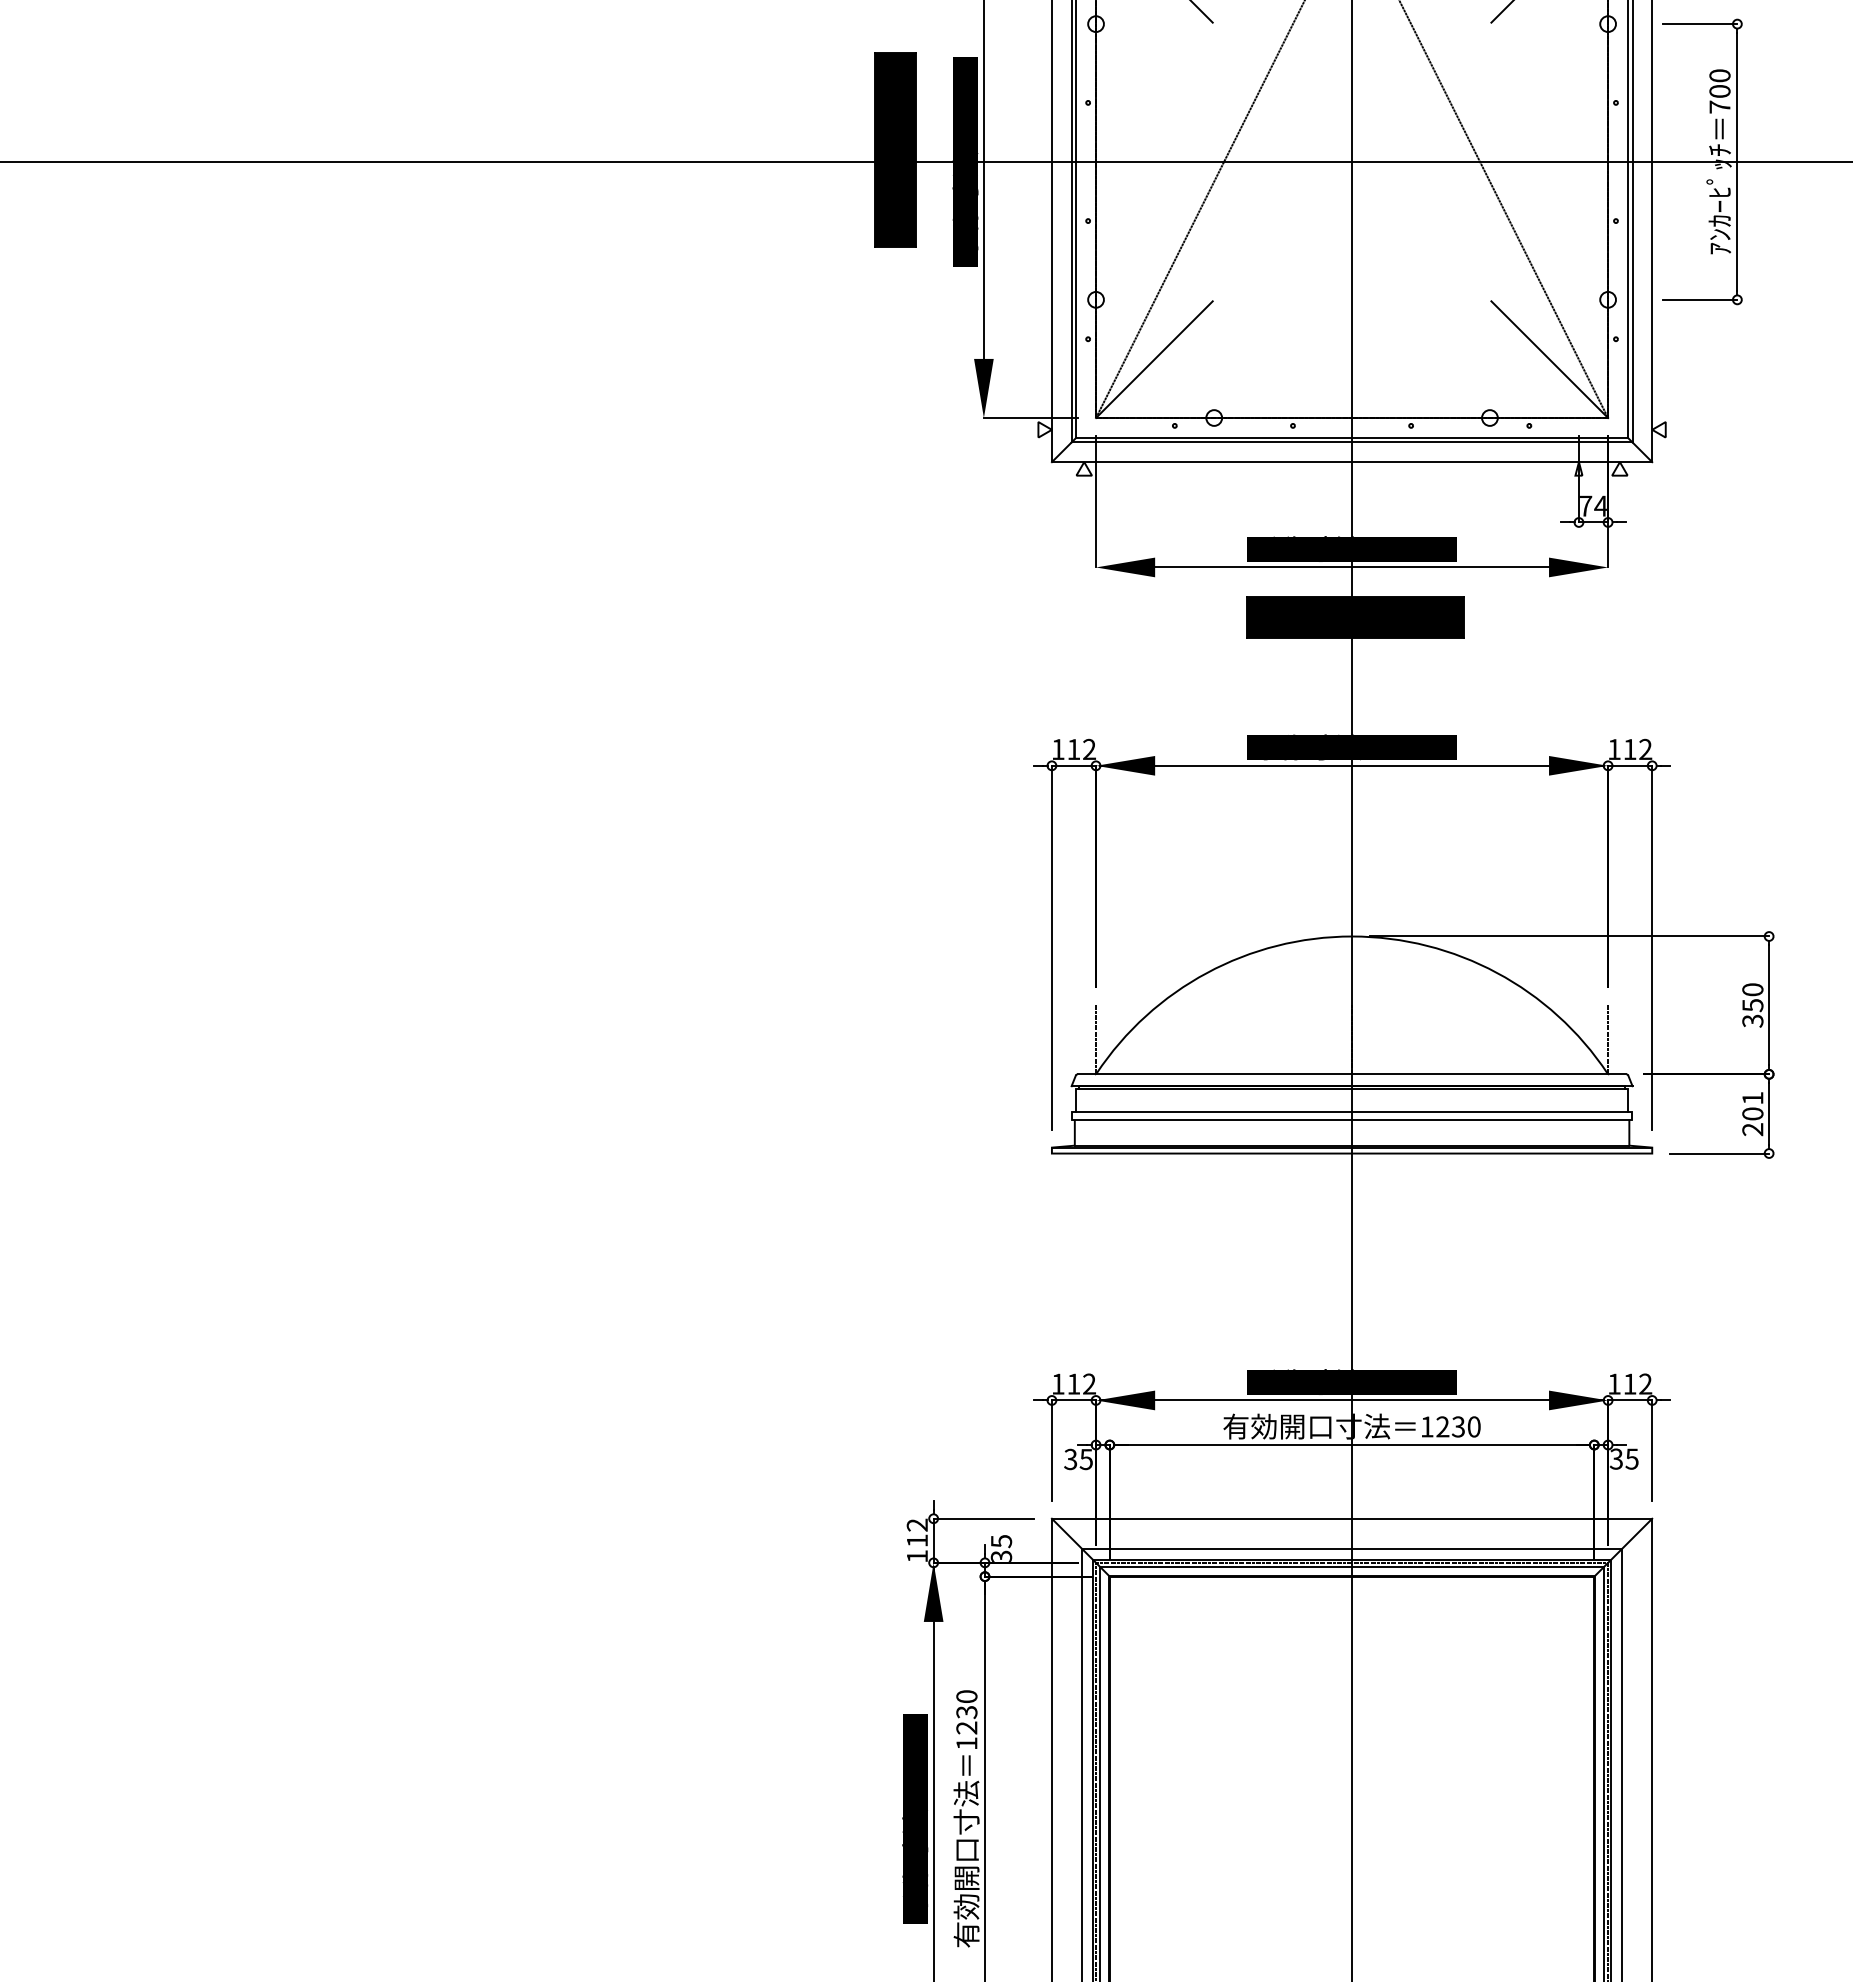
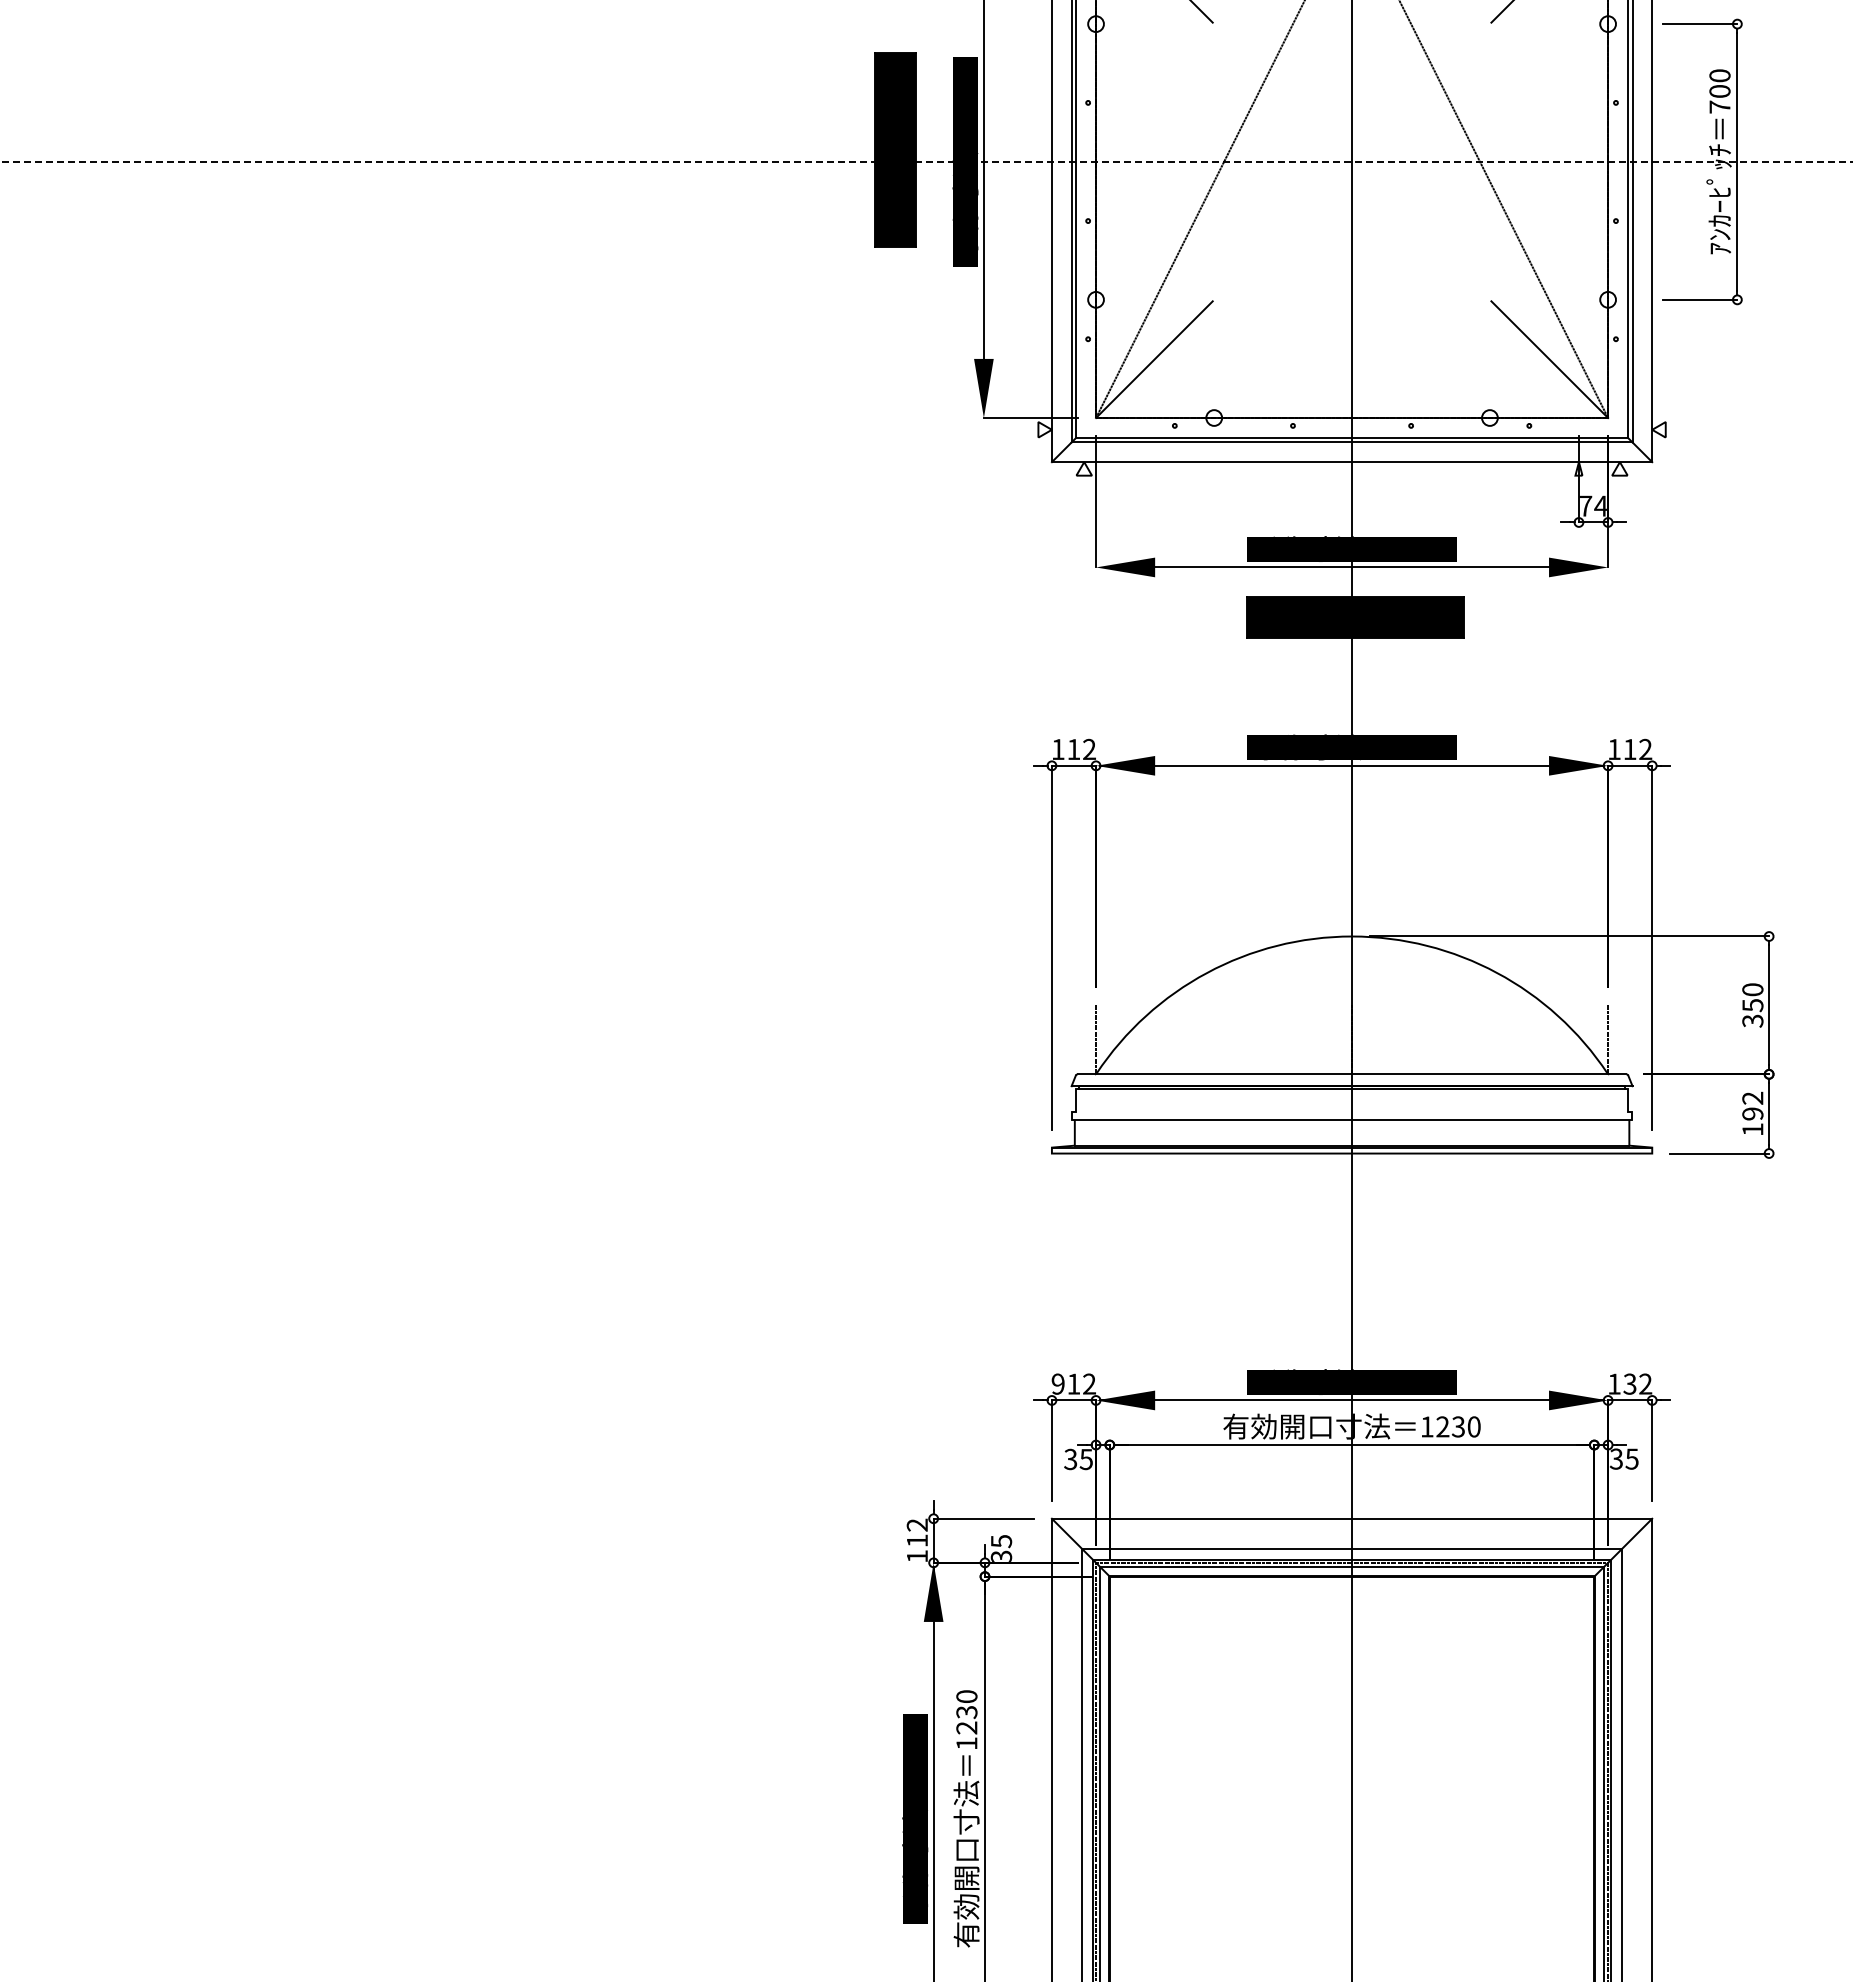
line at (927, 162): solid -> dashed
line at (1352, 1111): present -> none
text at (1752, 1113): 201 -> 192
text at (1057, 1383): 112 -> 912
text at (1629, 1383): 112 -> 132
